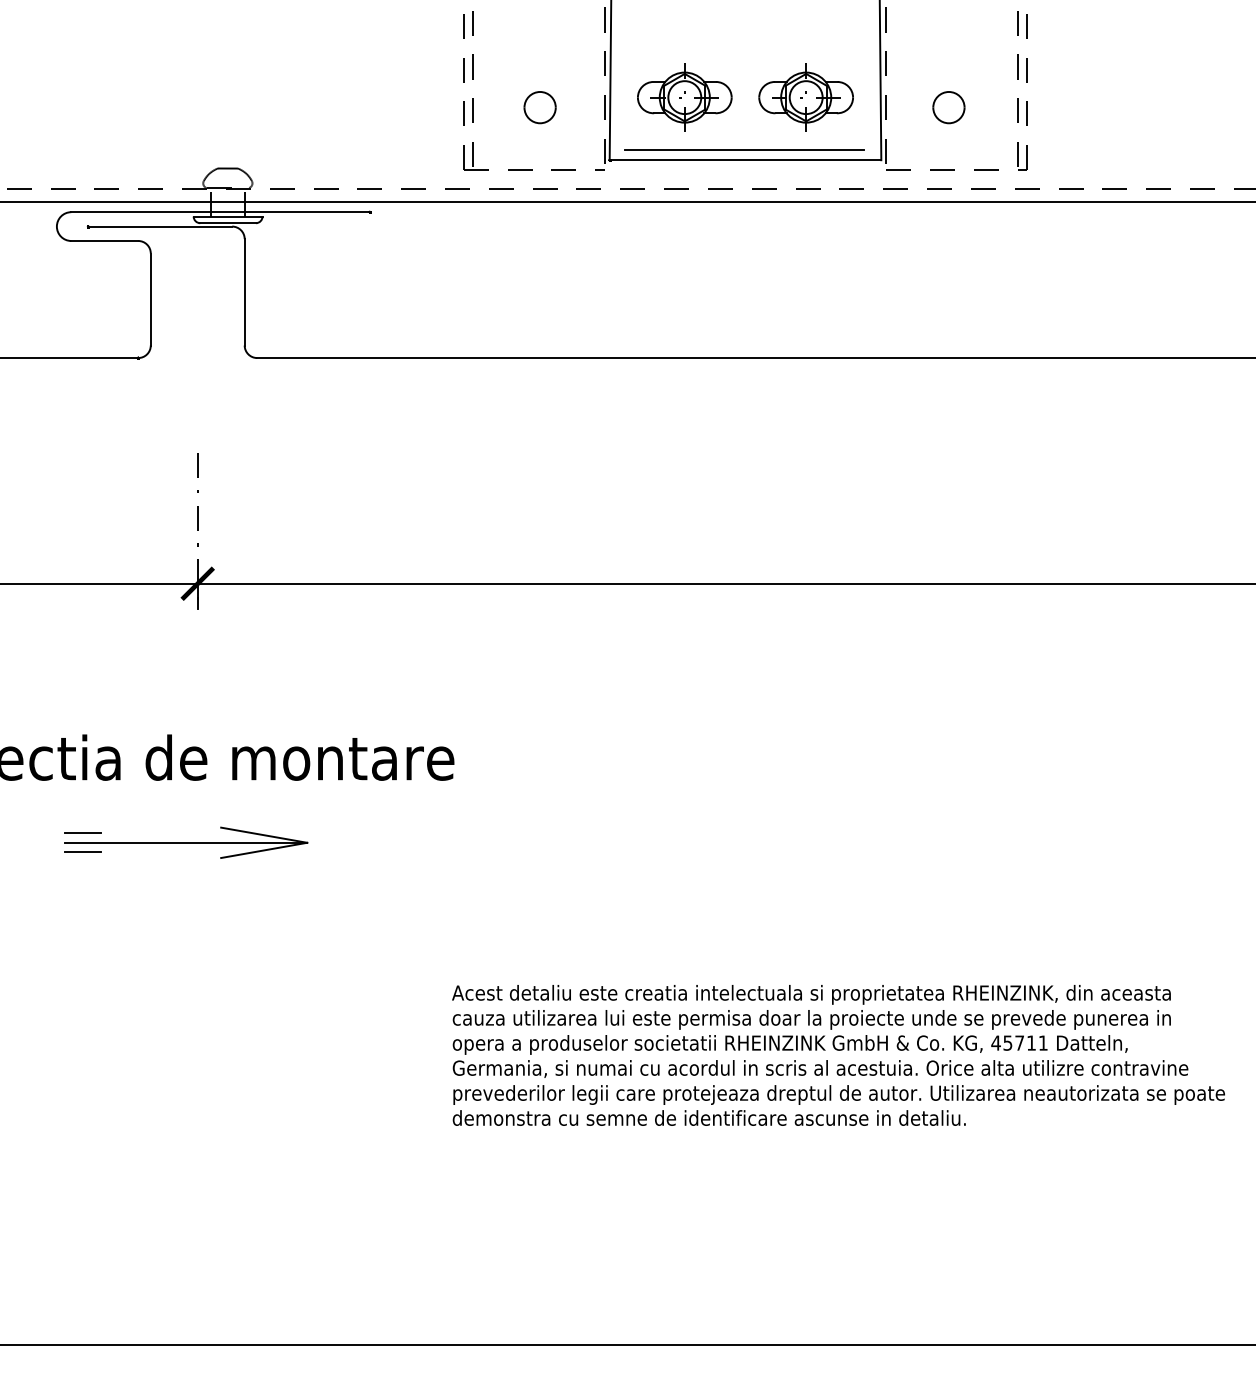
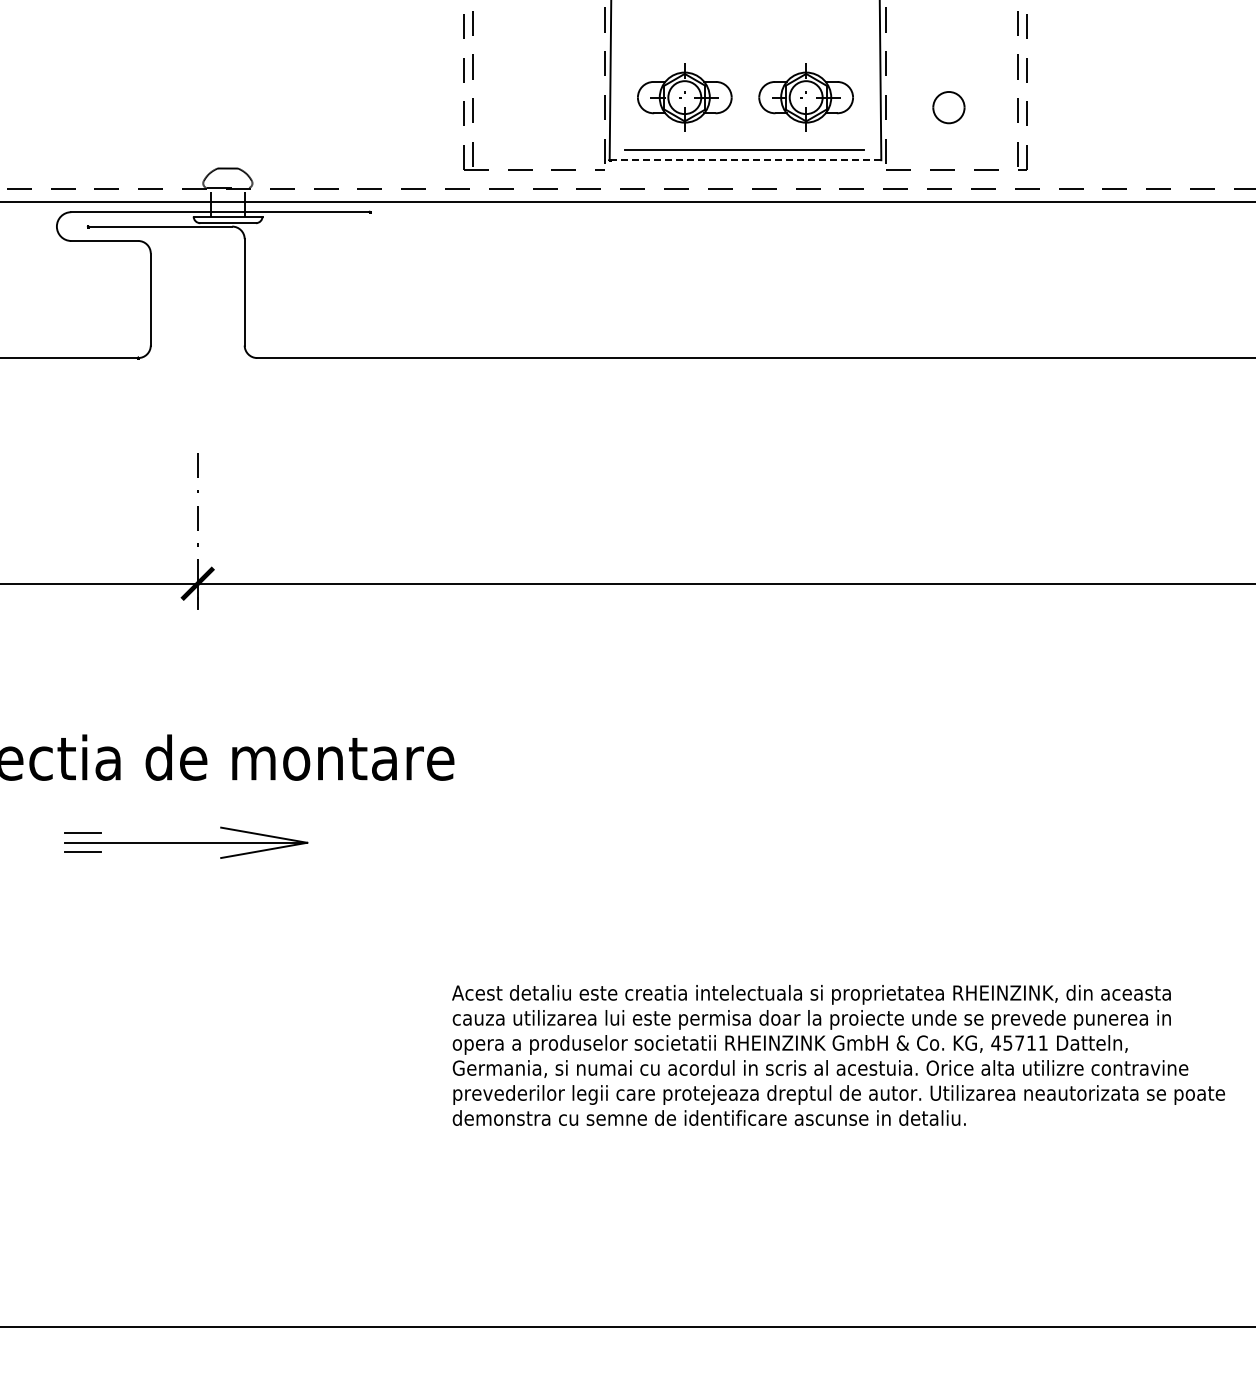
part at (539, 107): present -> none
line at (745, 160): solid -> dashed
line at (627, 1345) position: (627, 1345) -> (627, 1327)
